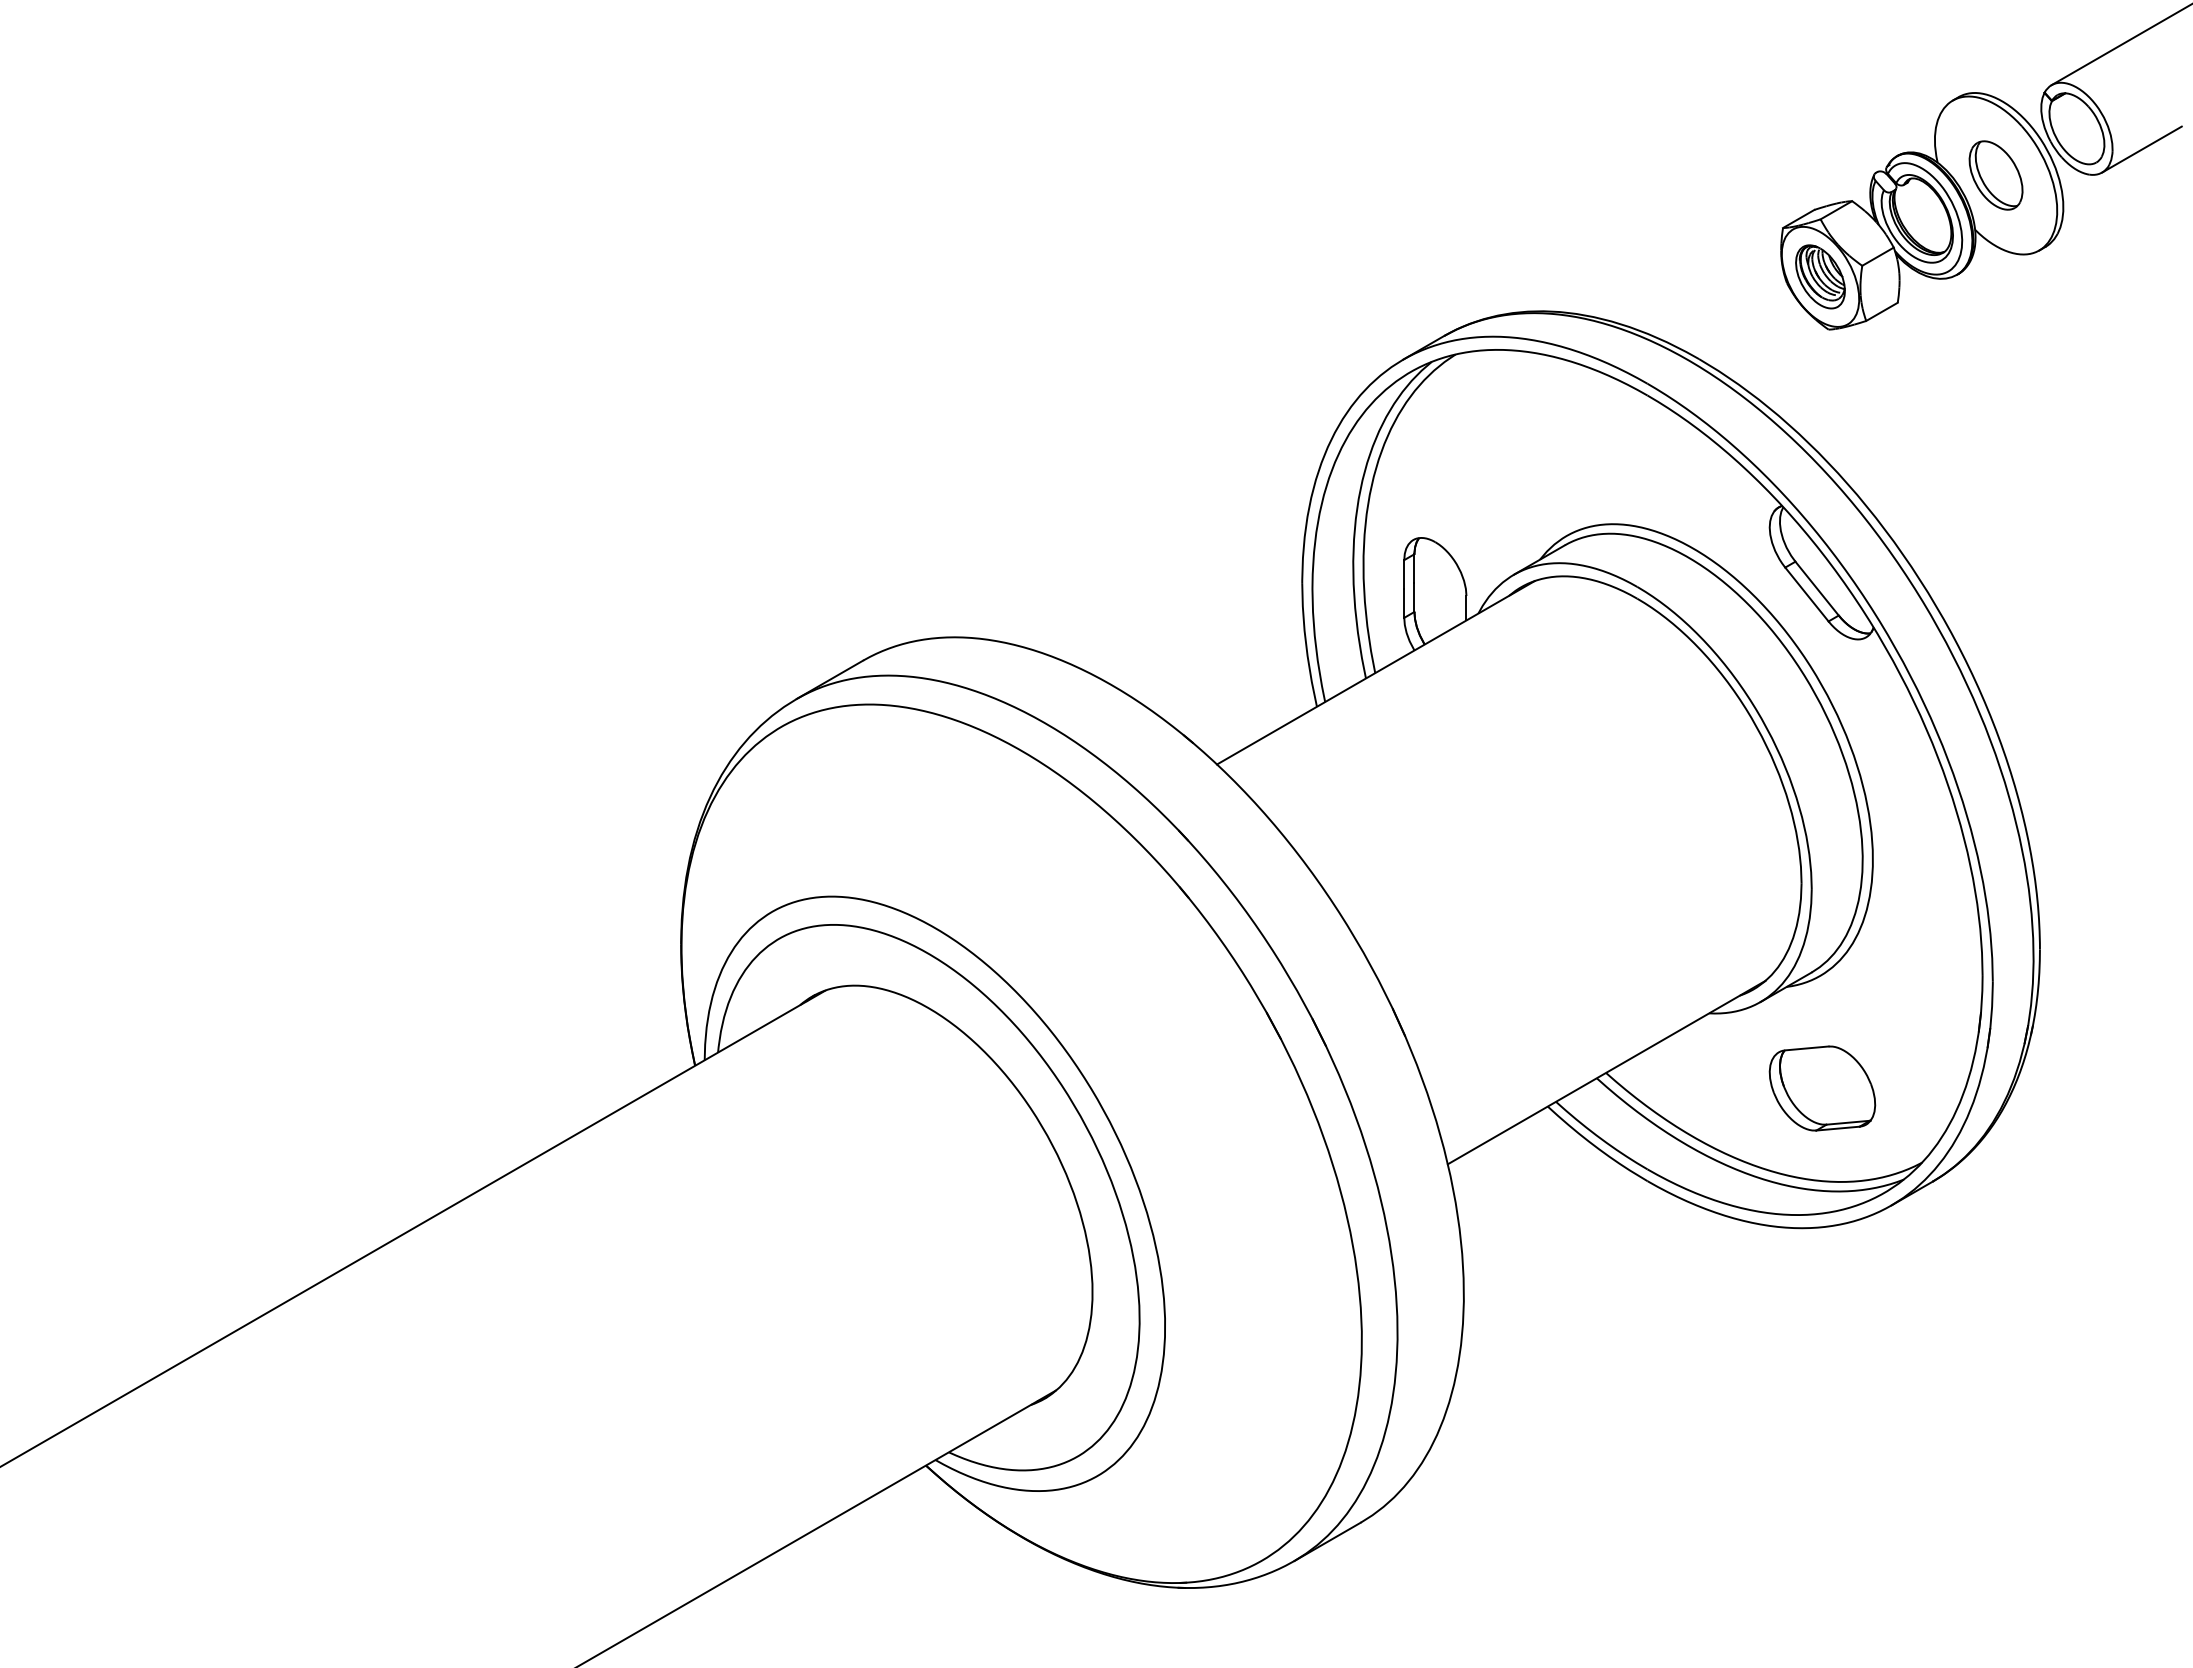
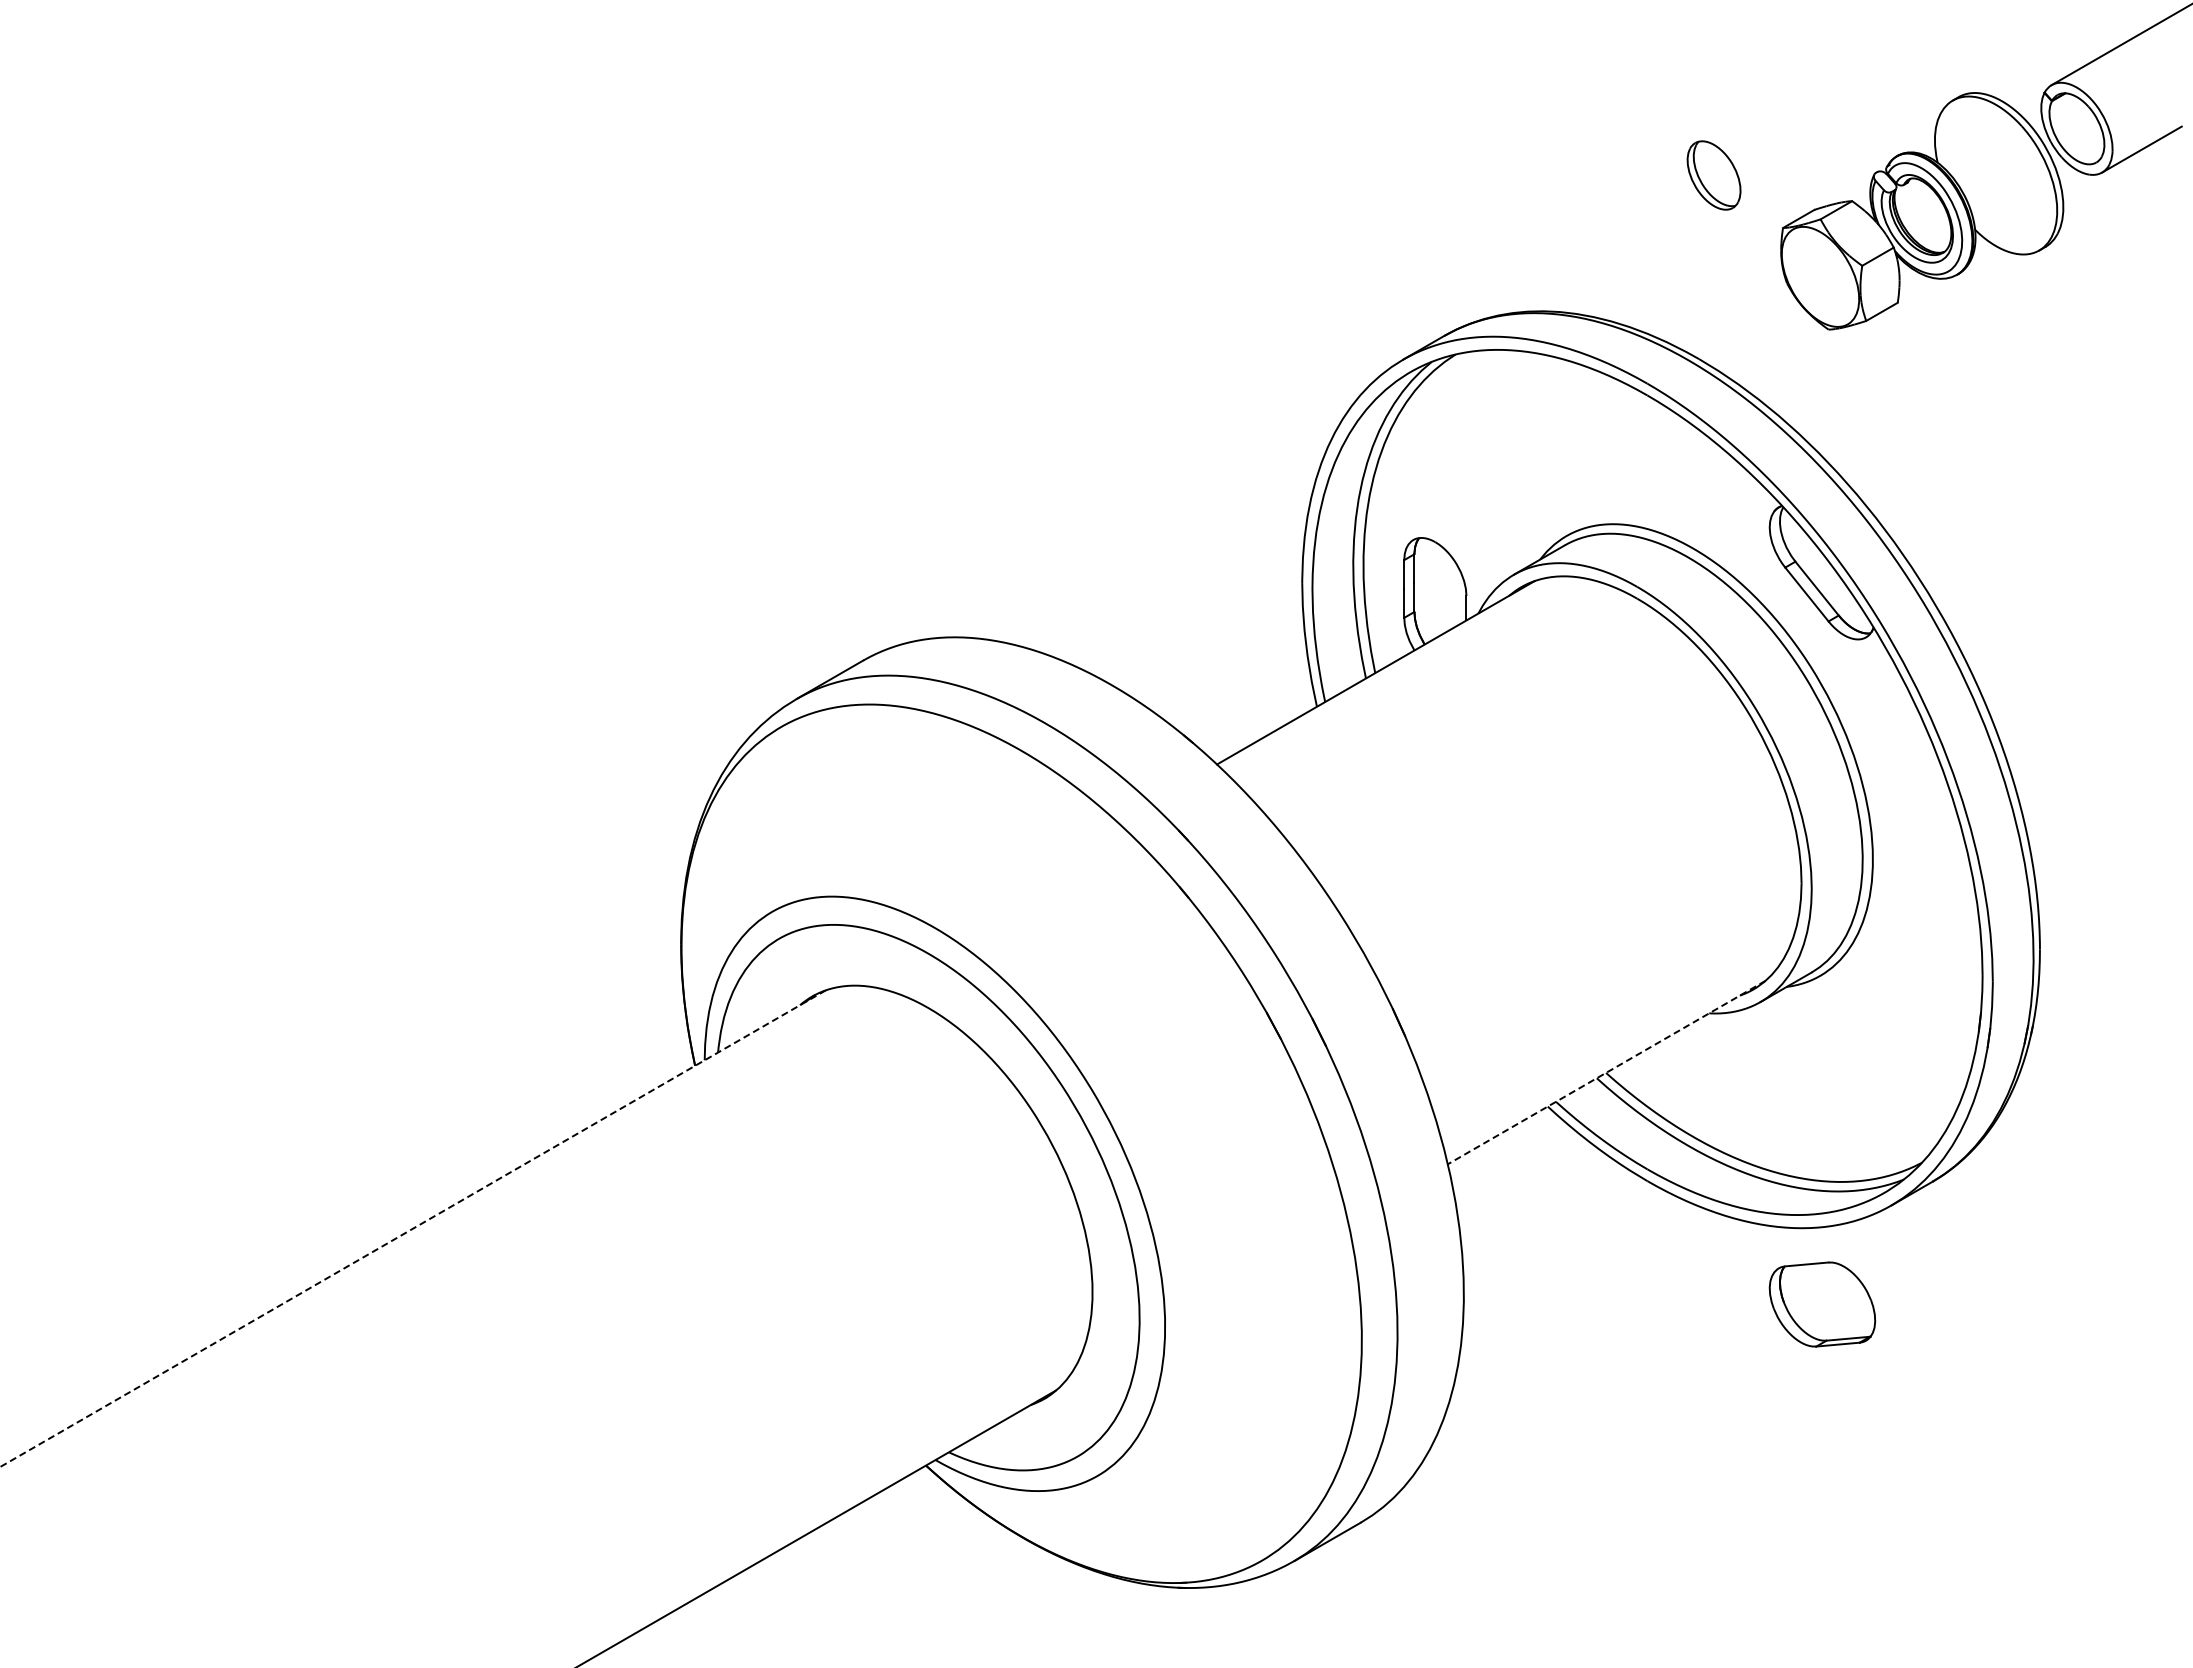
part at (1995, 175) position: (1995, 175) -> (1713, 175)
part at (1820, 276): present -> none
line at (1606, 1072): solid -> dashed
part at (1822, 1088) position: (1822, 1088) -> (1822, 1304)
line at (412, 1228): solid -> dashed
